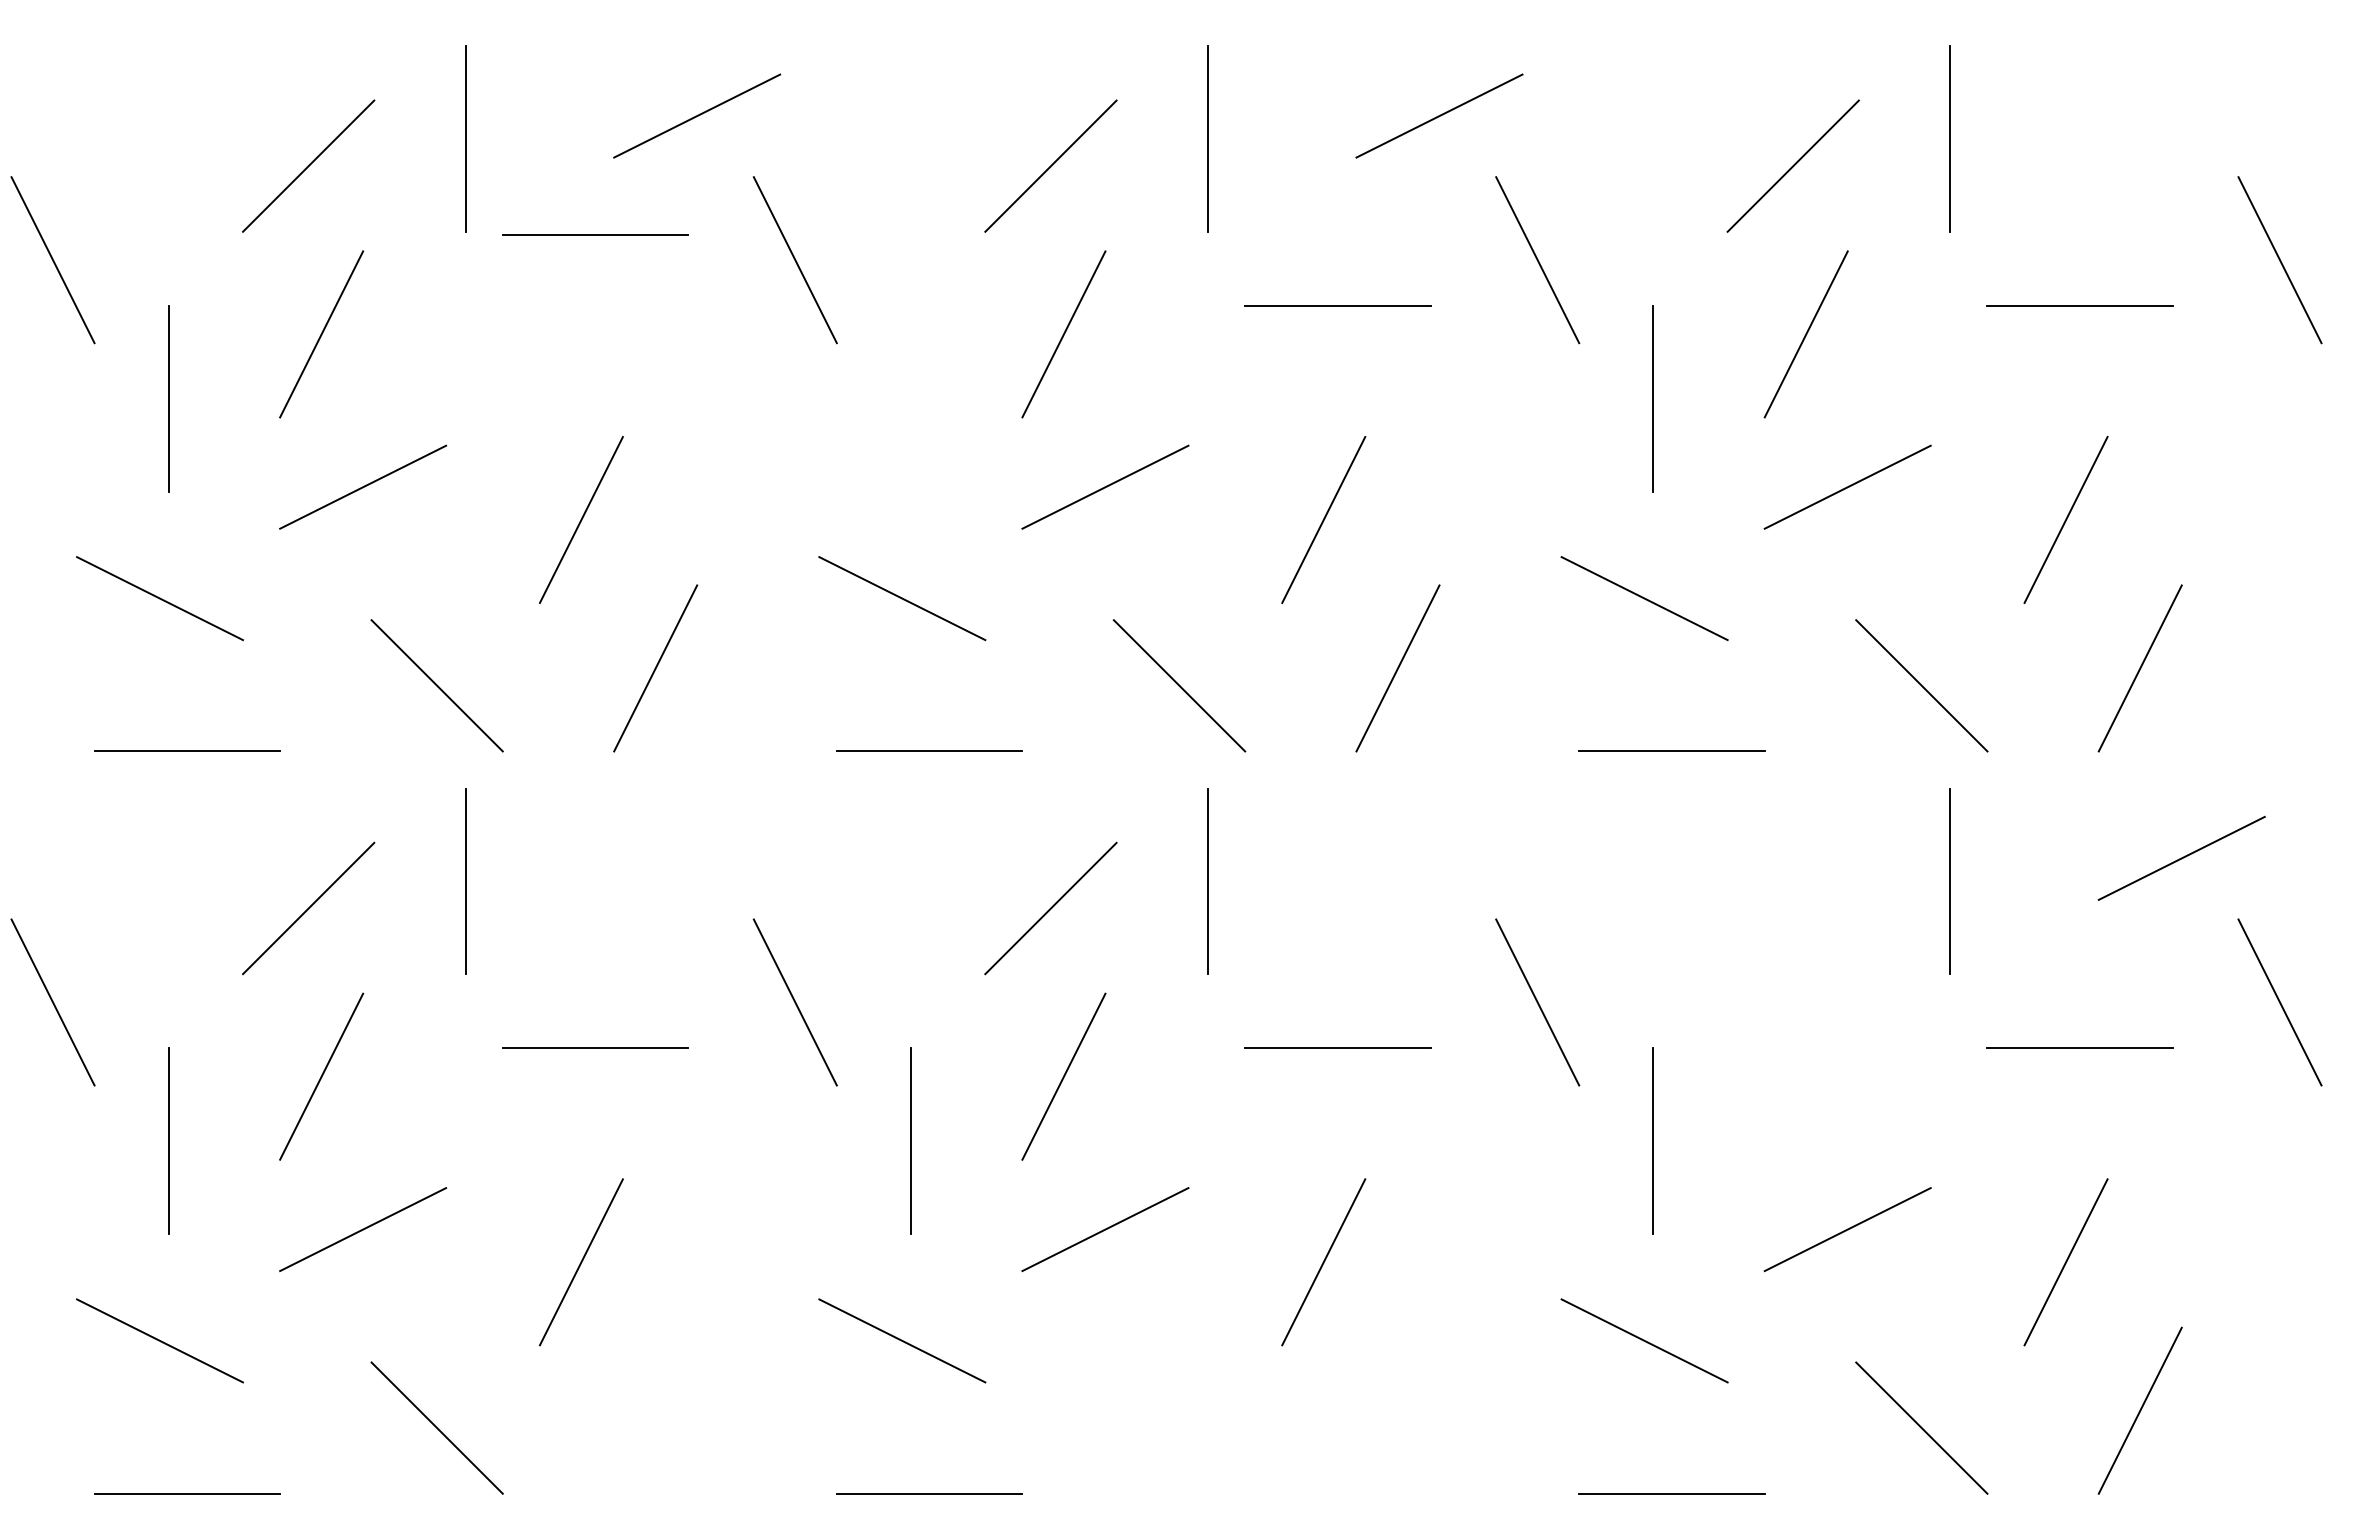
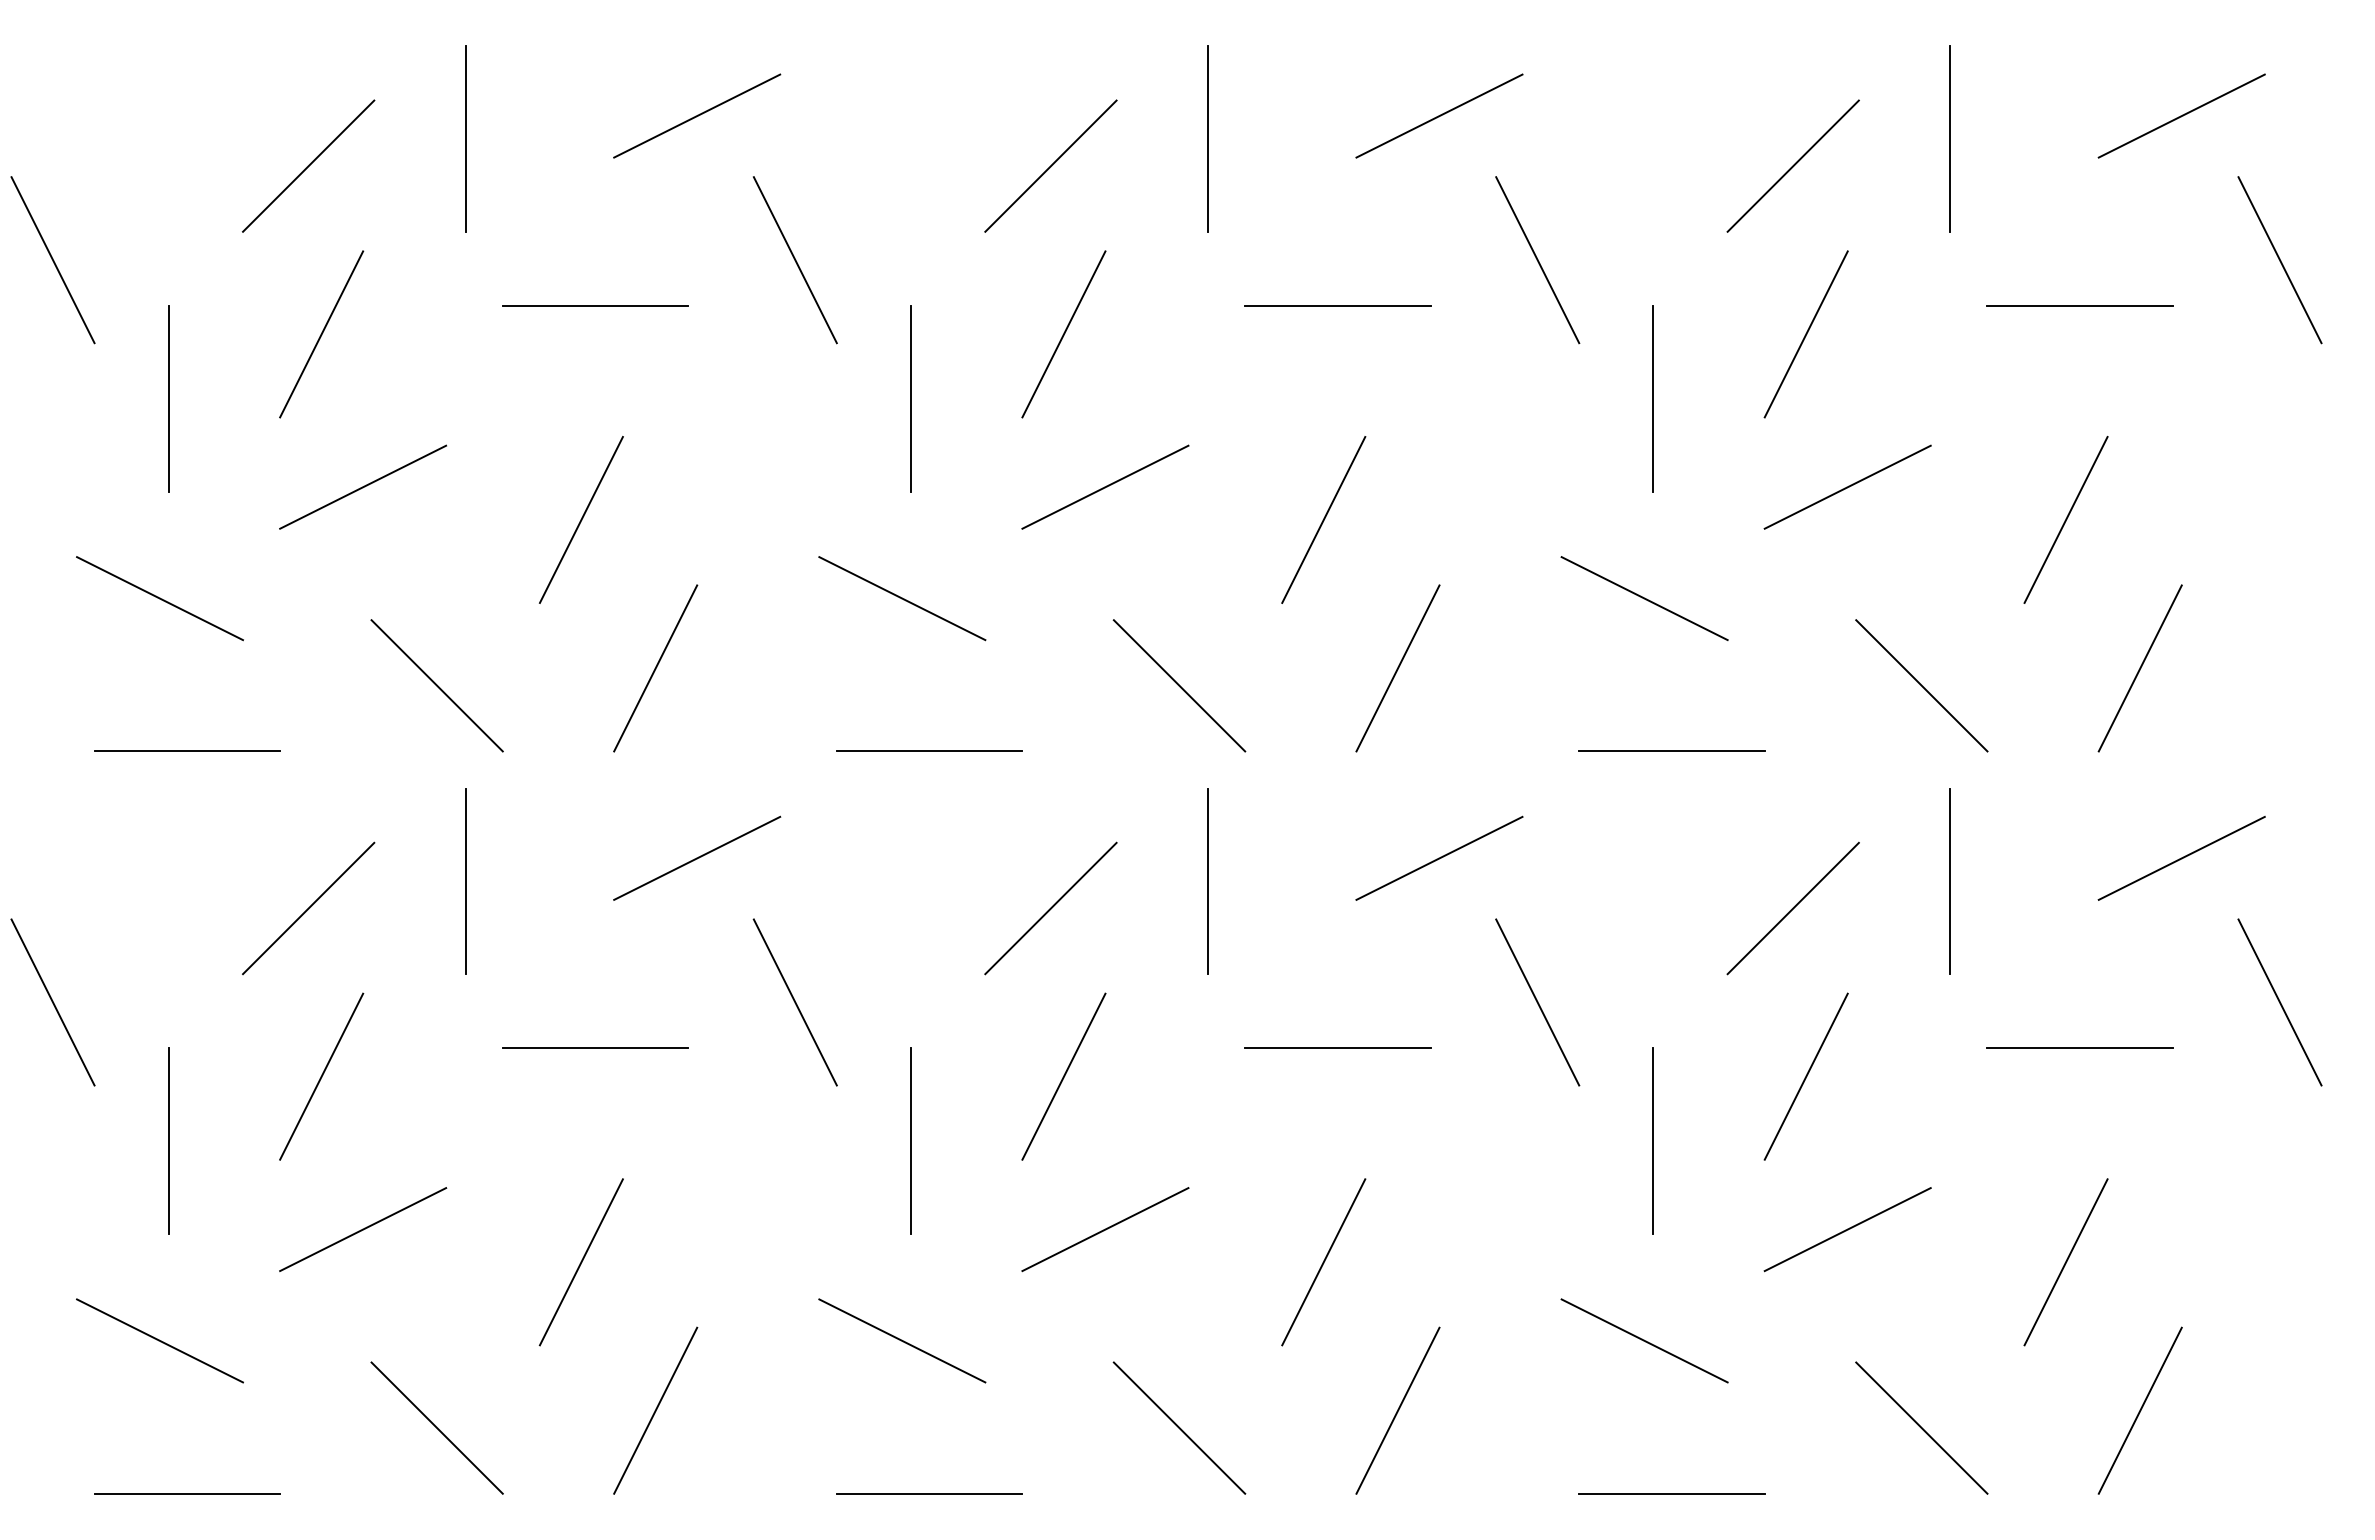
line at (2181, 115): none -> present
line at (595, 234) position: (595, 234) -> (595, 305)
line at (910, 398): none -> present
line at (697, 857): none -> present
line at (1439, 857): none -> present
line at (1792, 908): none -> present
line at (1805, 1076): none -> present
line at (655, 1410): none -> present
line at (1397, 1410): none -> present
line at (1179, 1427): none -> present
